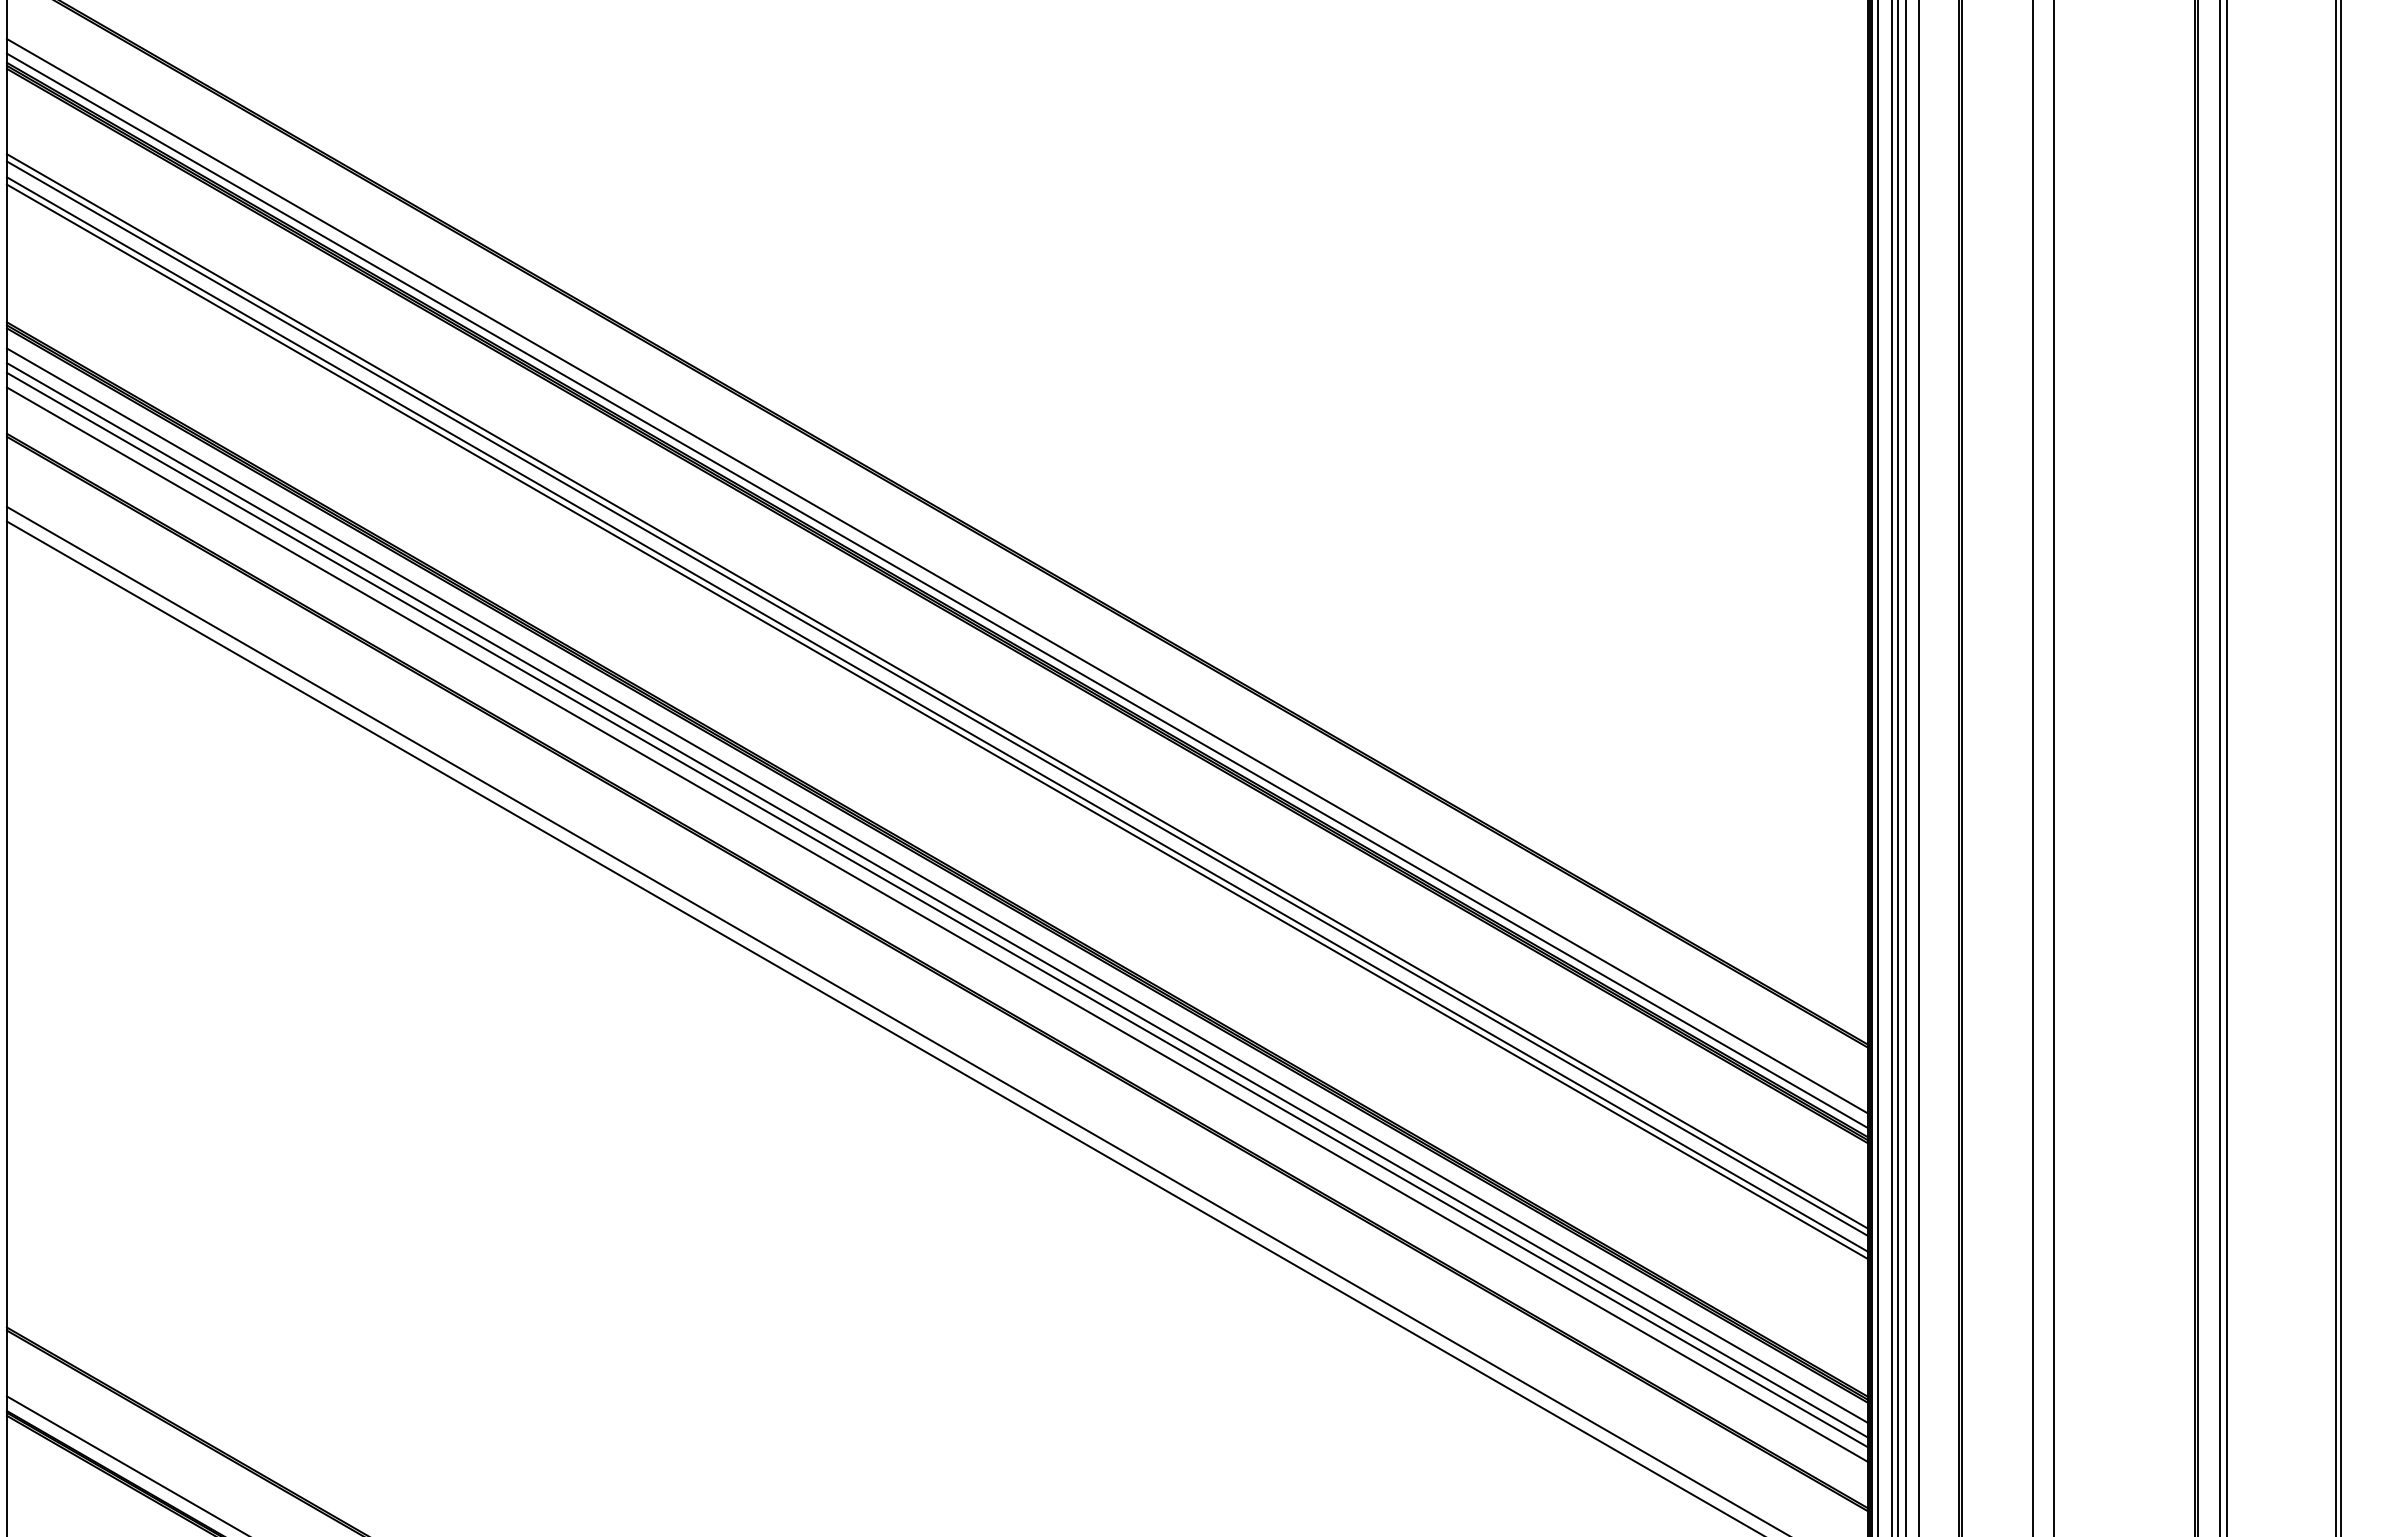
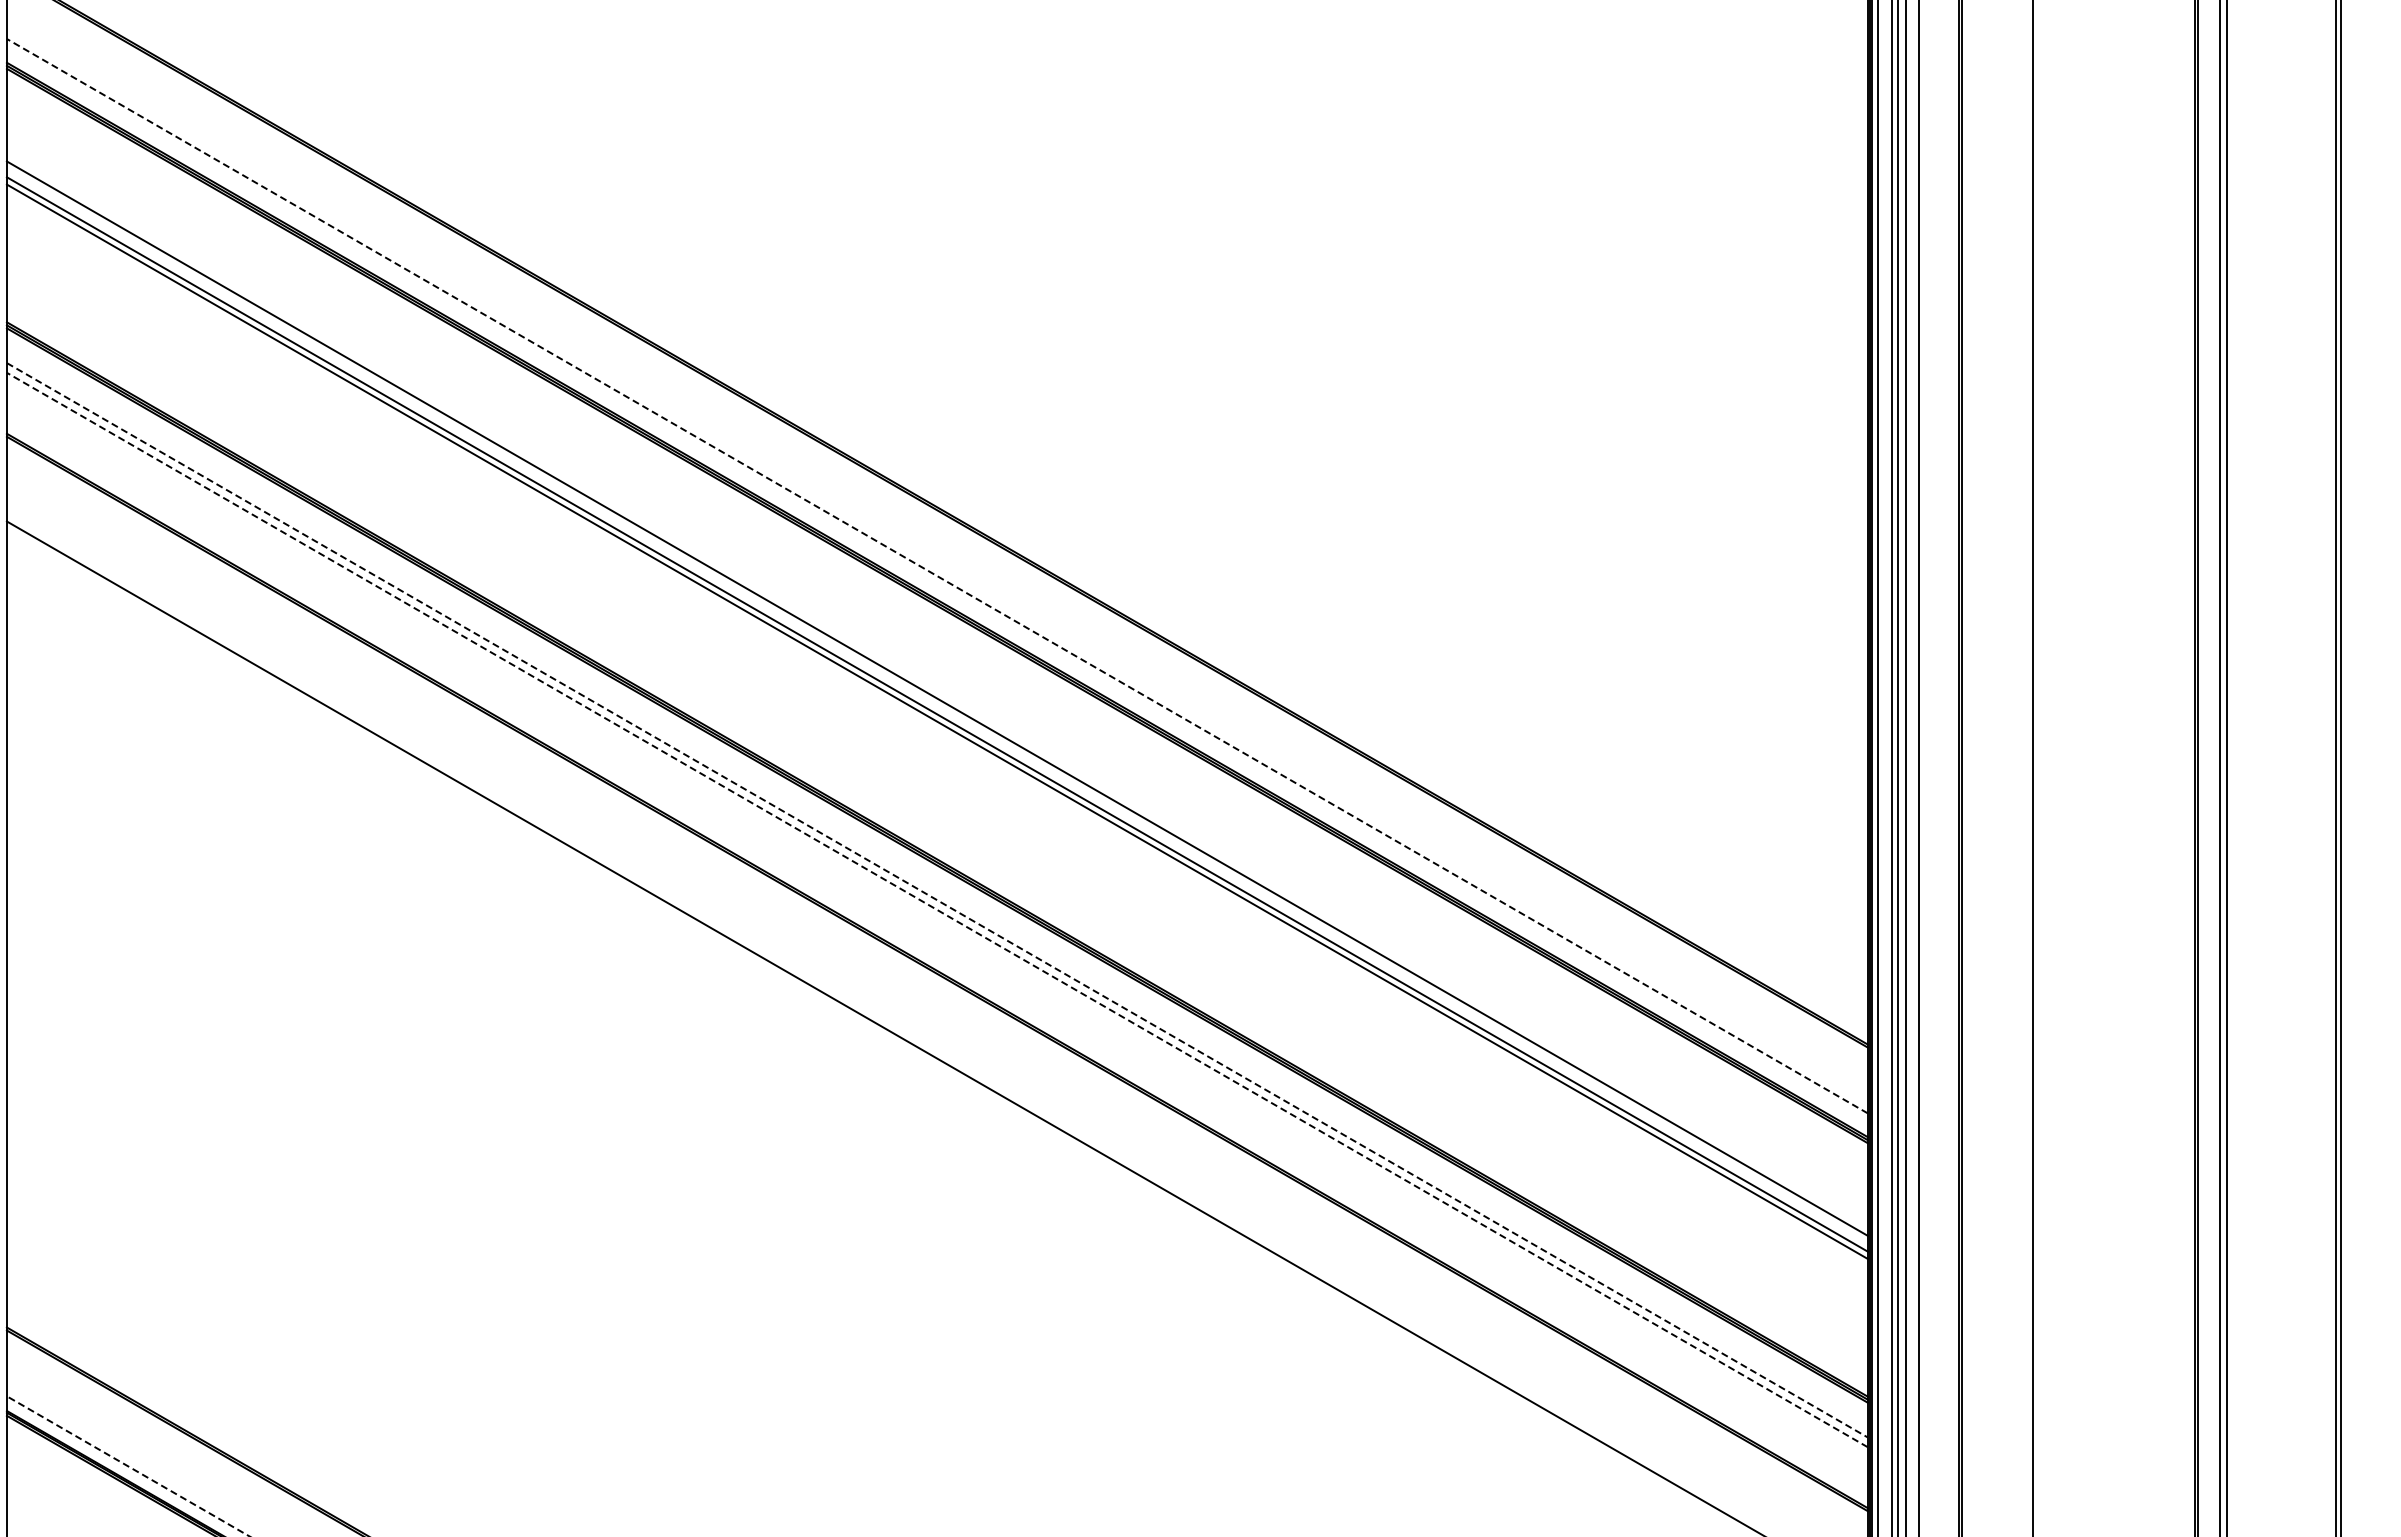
line at (936, 575): solid -> dashed
line at (936, 590): present -> none
line at (936, 691): present -> none
line at (2054, 767): present -> none
line at (936, 885): present -> none
line at (937, 900): solid -> dashed
line at (936, 909): solid -> dashed
line at (936, 924): present -> none
line at (895, 1019): present -> none
line at (128, 1466): solid -> dashed
